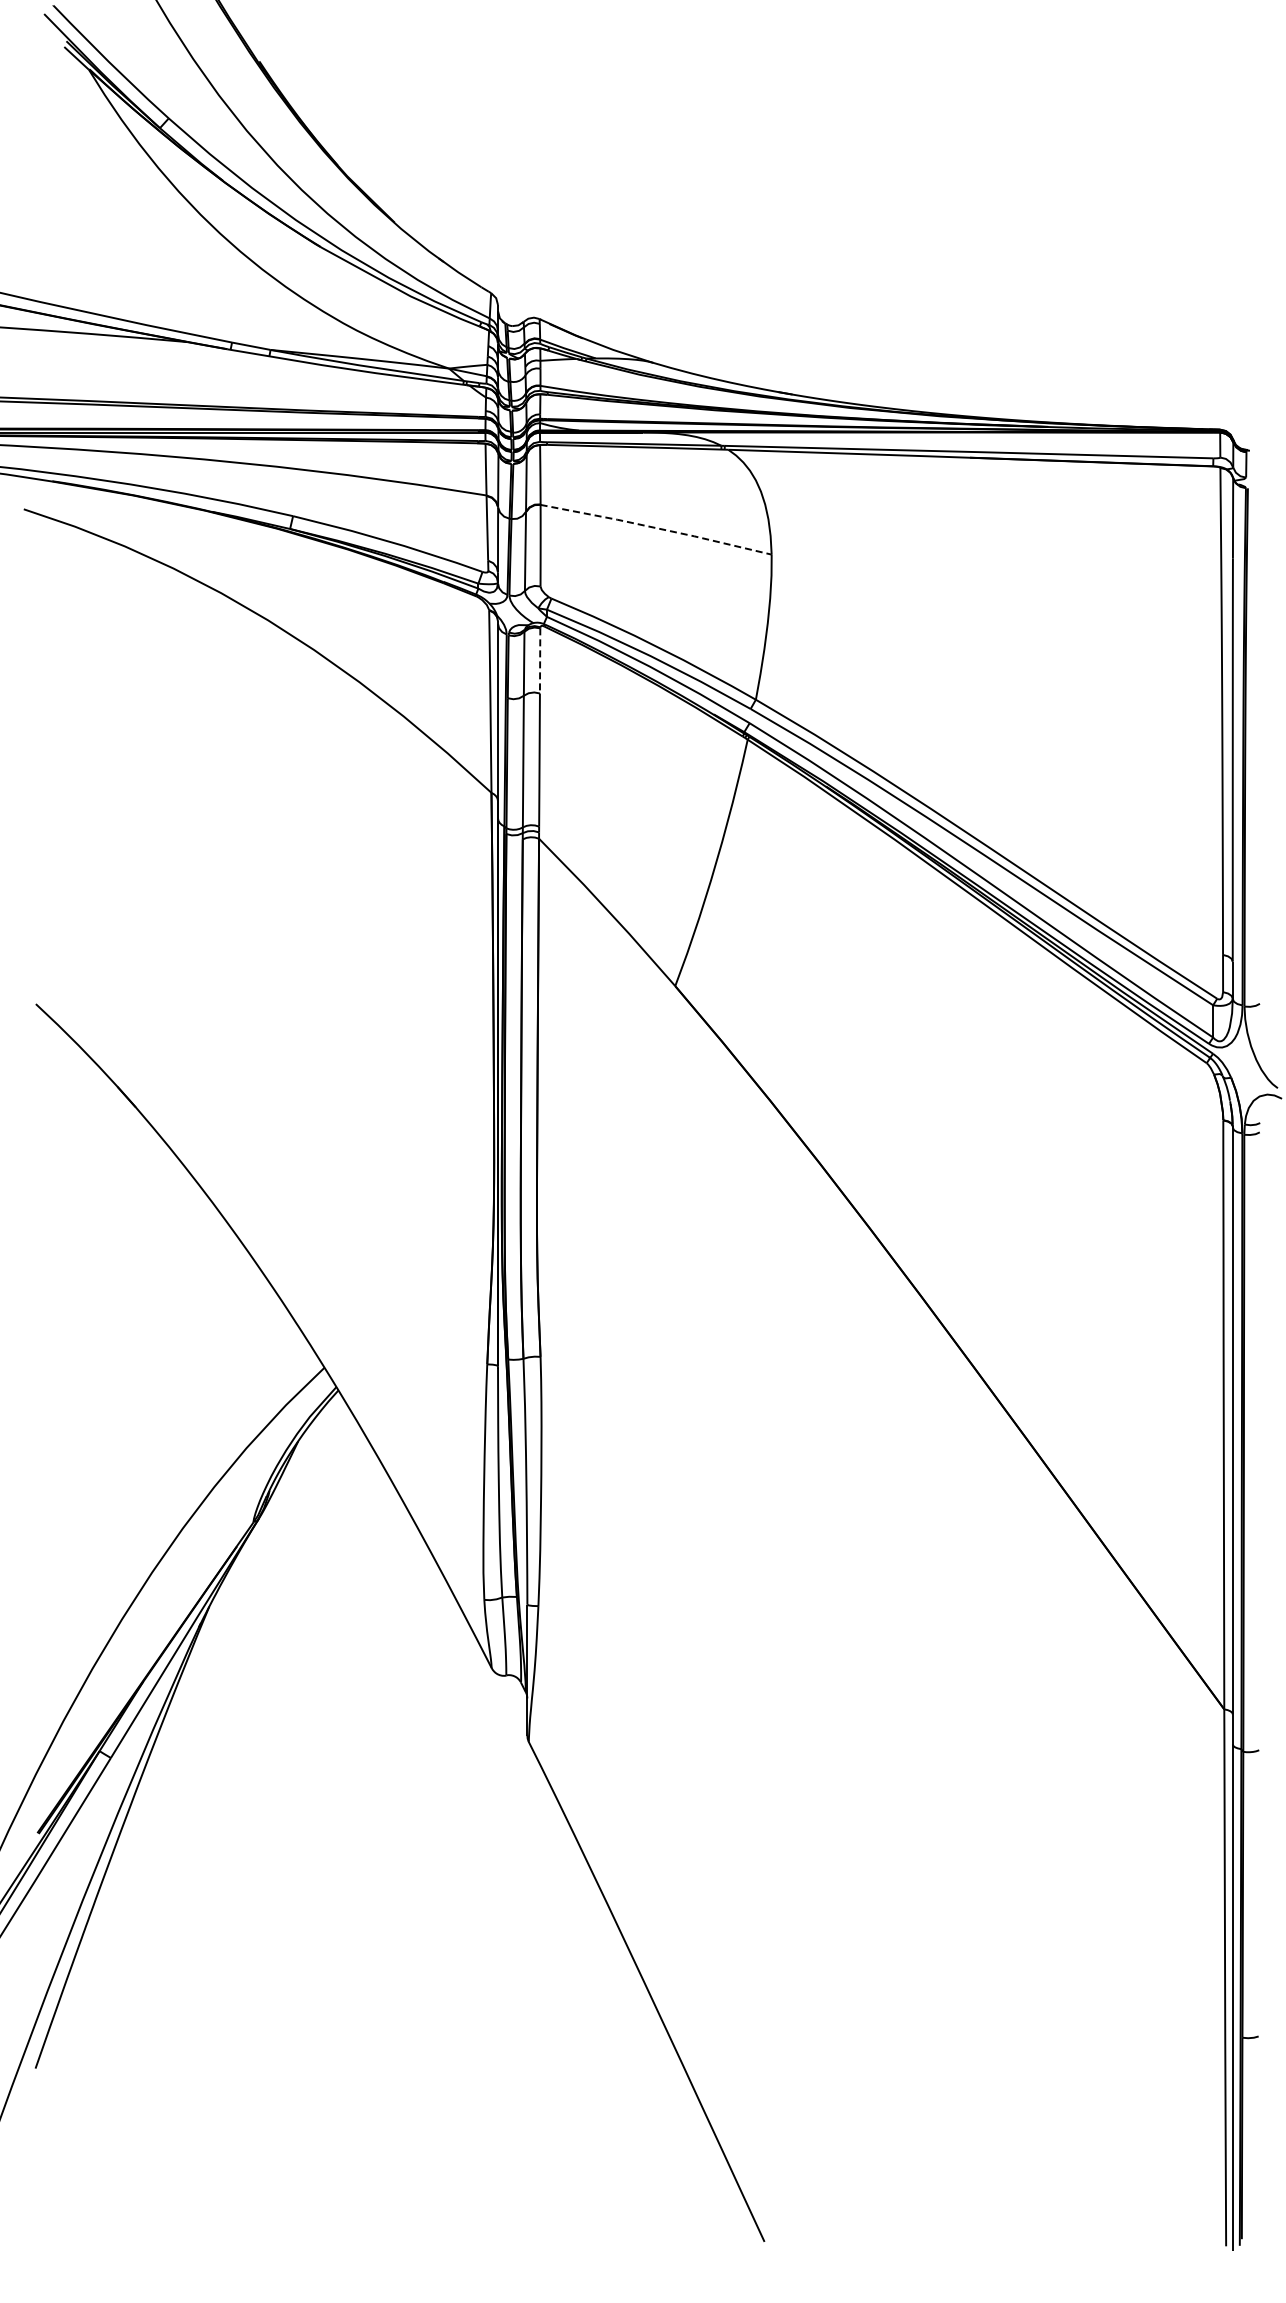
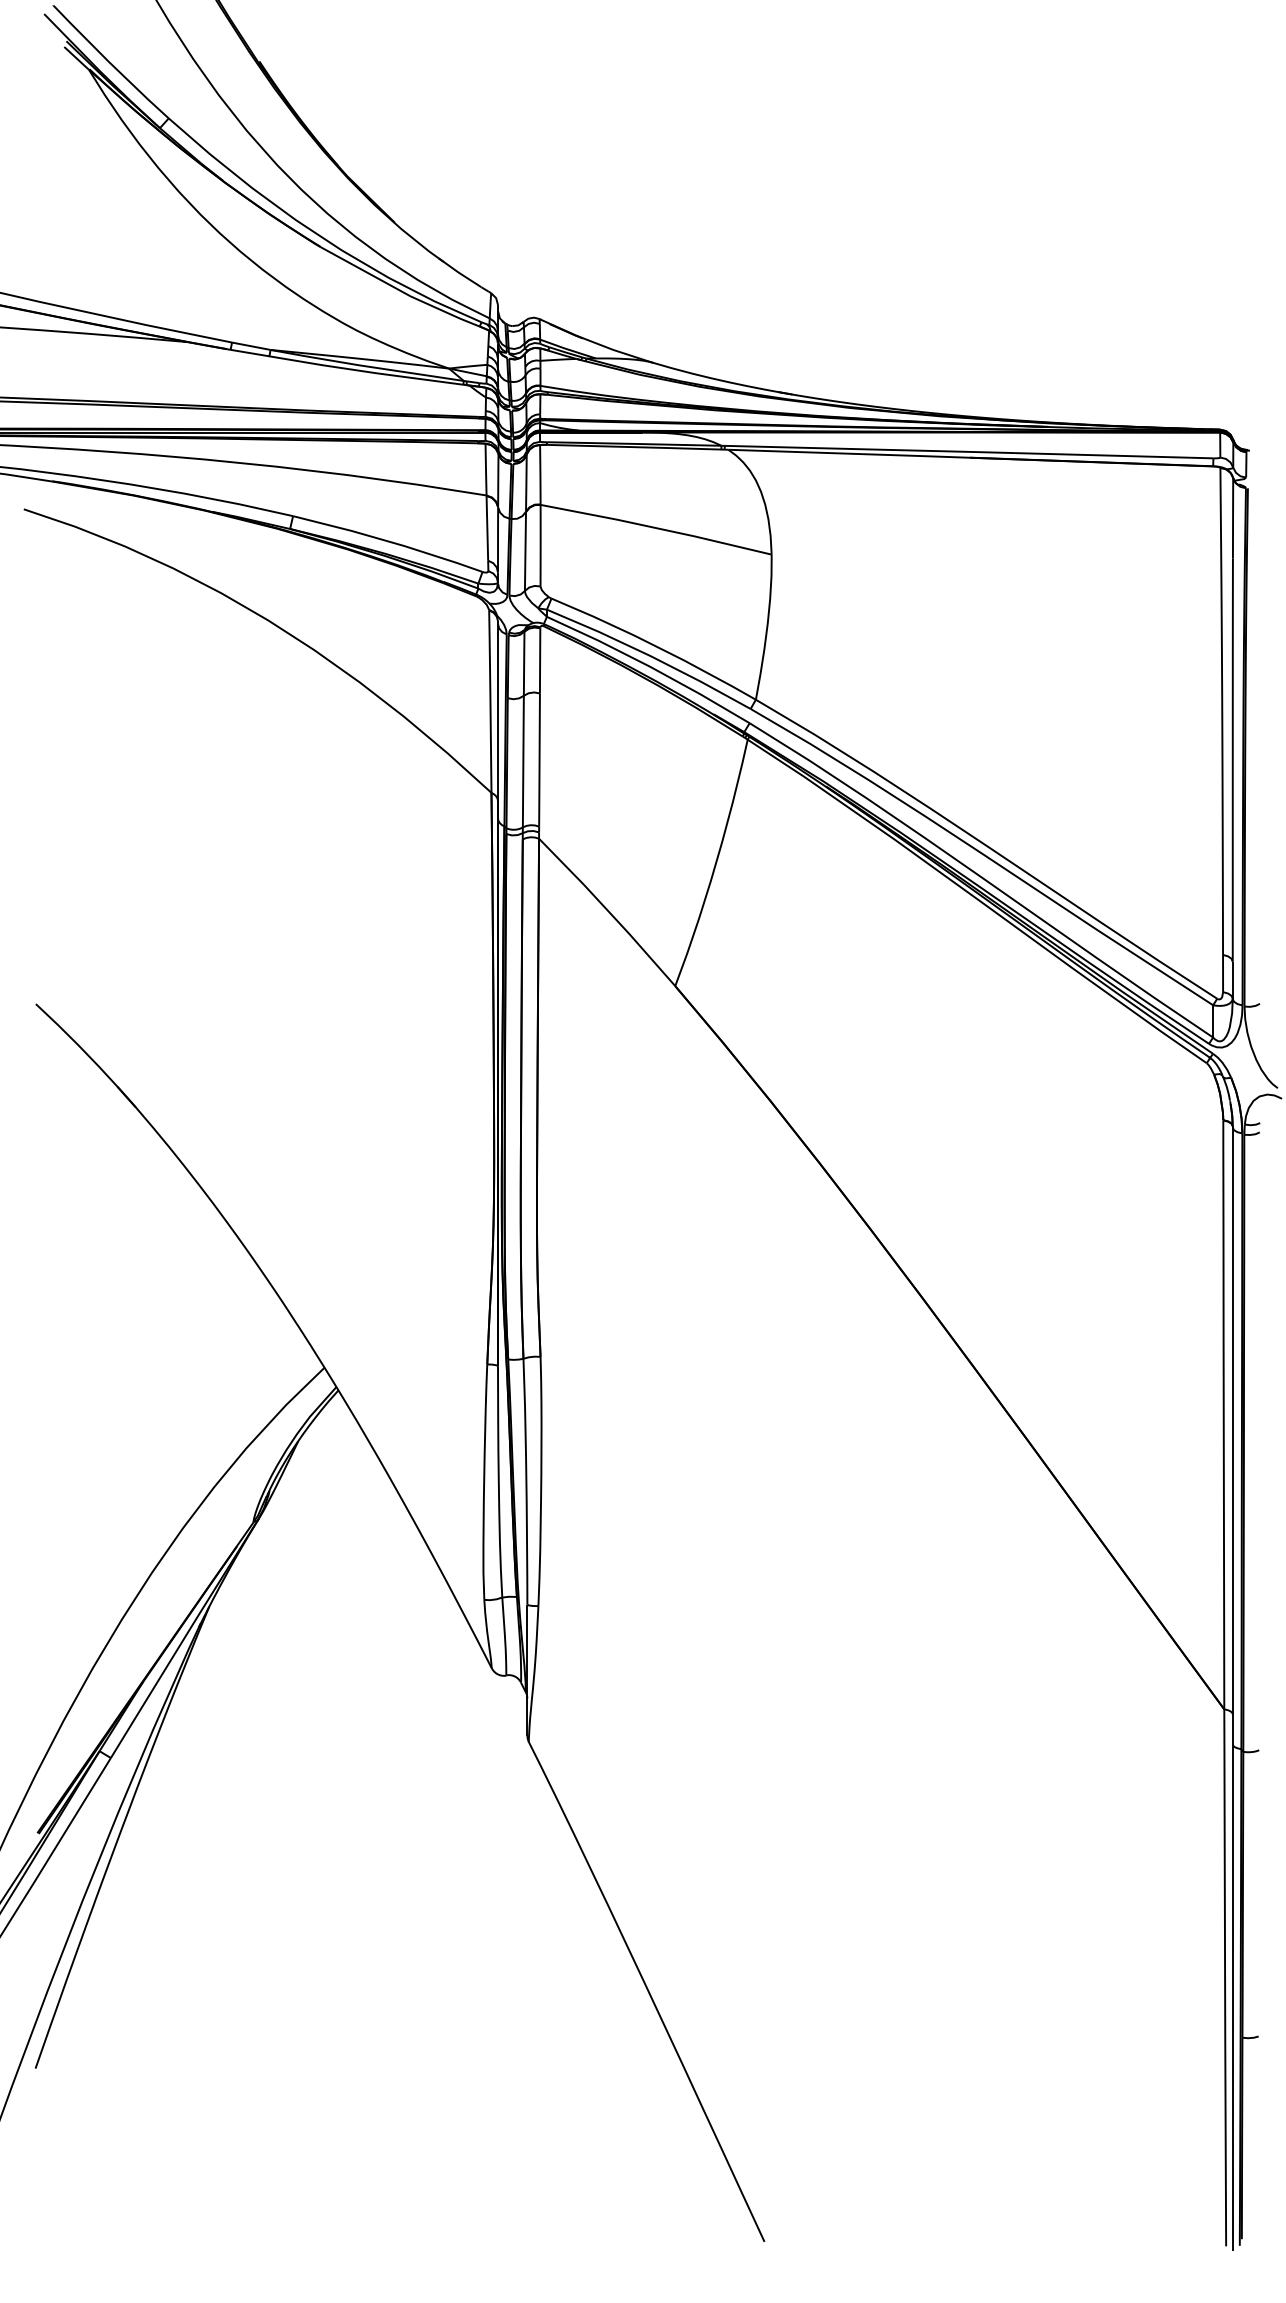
line at (656, 528): dashed -> solid
line at (540, 660): dashed -> solid
